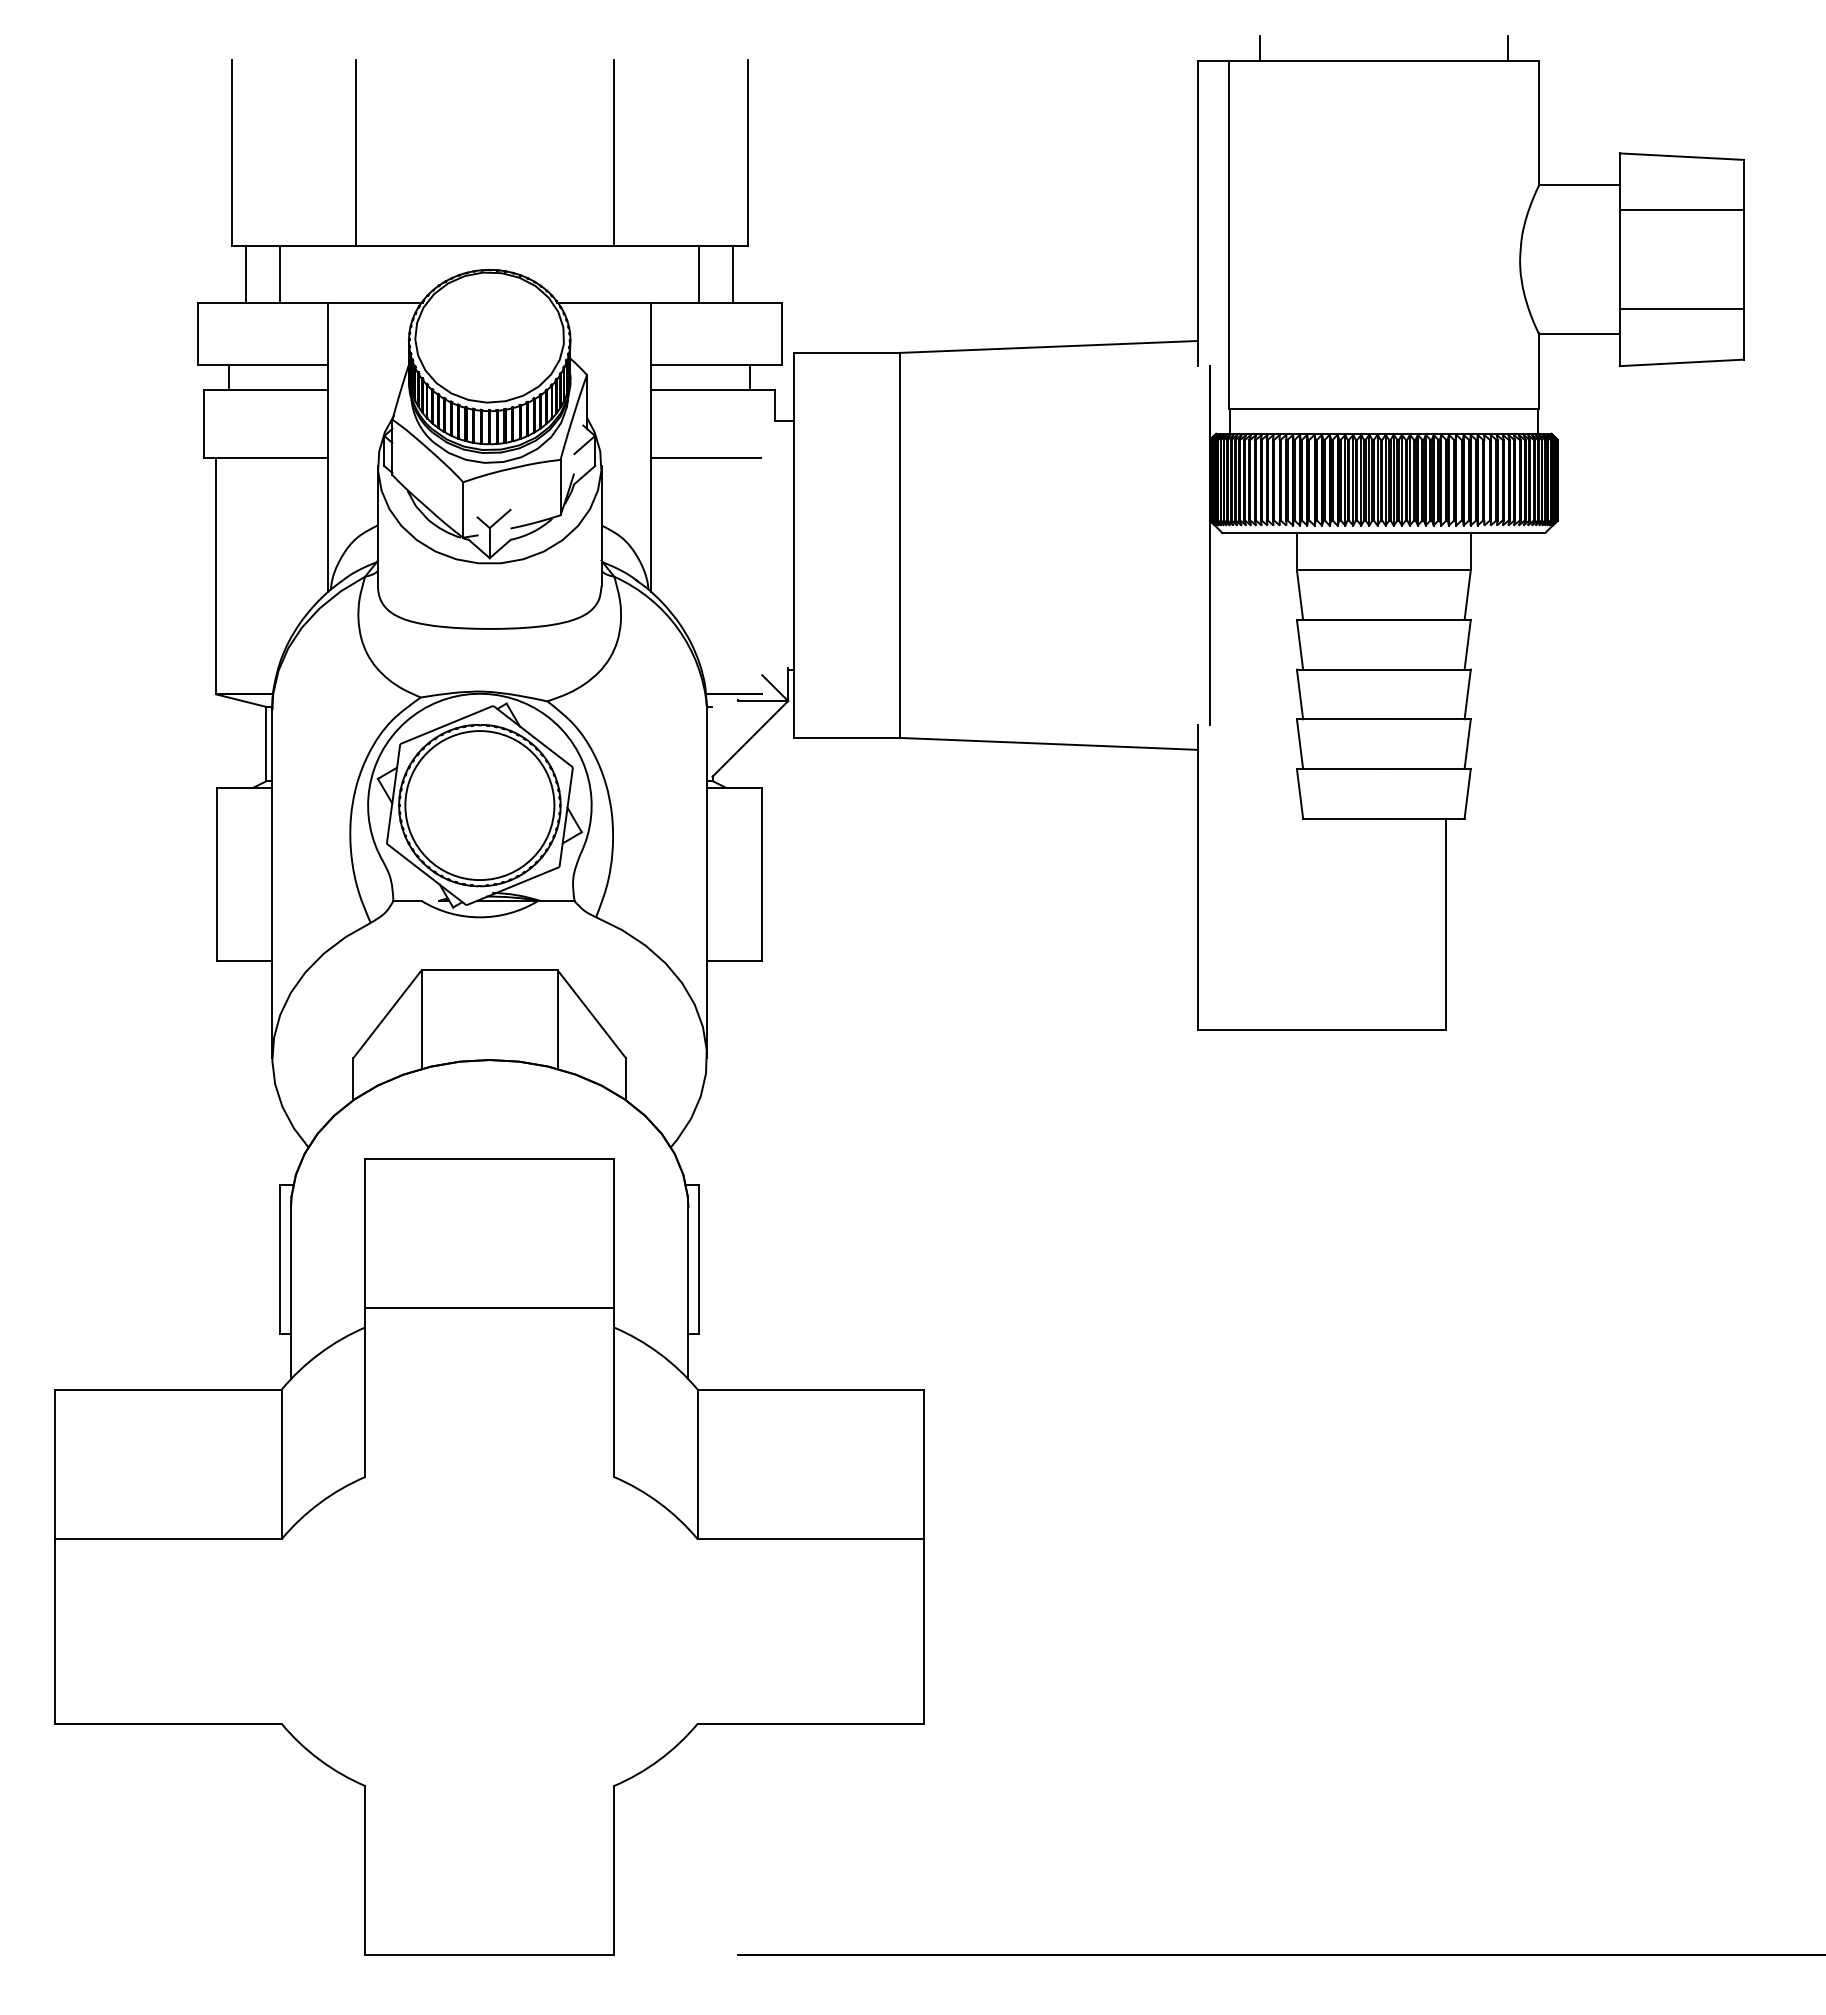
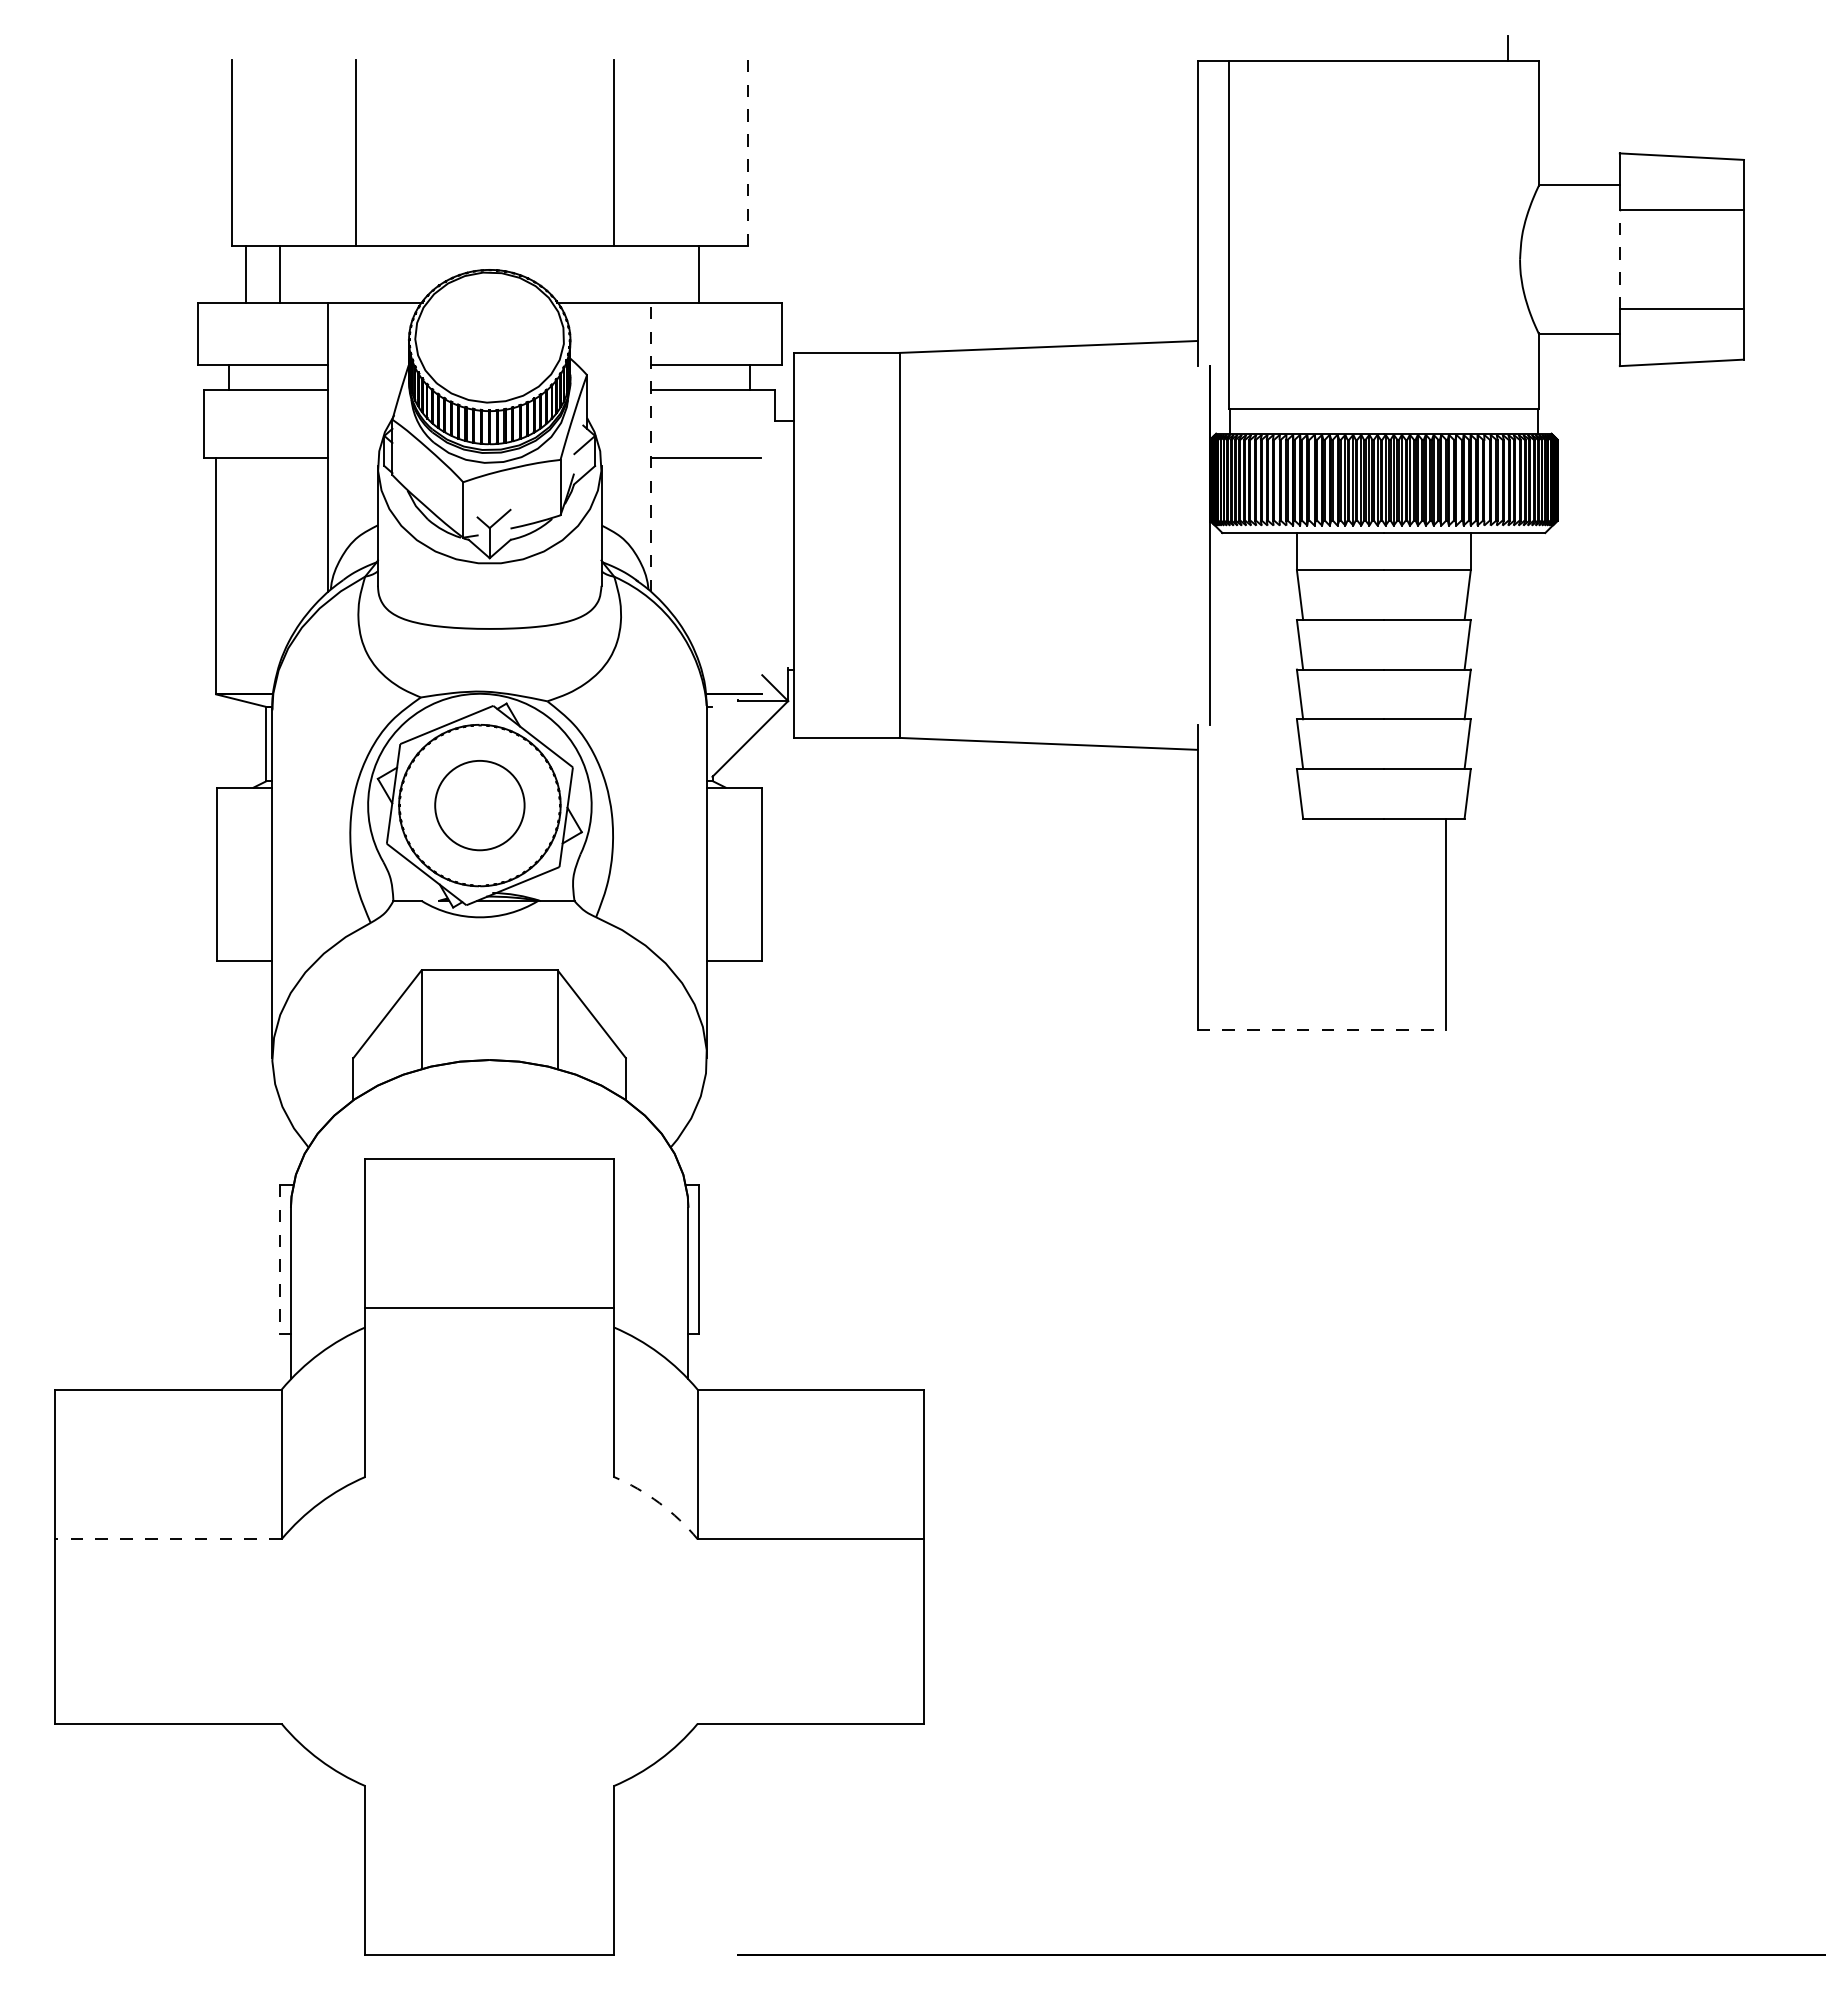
line at (1259, 48): present -> none
line at (747, 153): solid -> dashed
line at (1619, 259): solid -> dashed
line at (733, 274): present -> none
line at (651, 447): solid -> dashed
circle at (479, 805) diameter: 149 px -> 89 px
line at (1322, 1029): solid -> dashed
line at (280, 1259): solid -> dashed
arc at (659, 1503): solid -> dashed
line at (167, 1539): solid -> dashed
